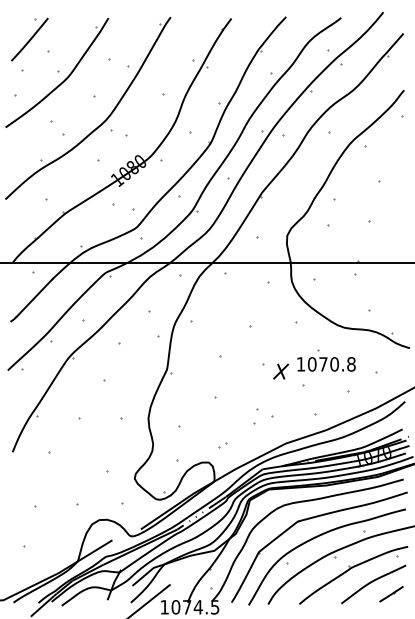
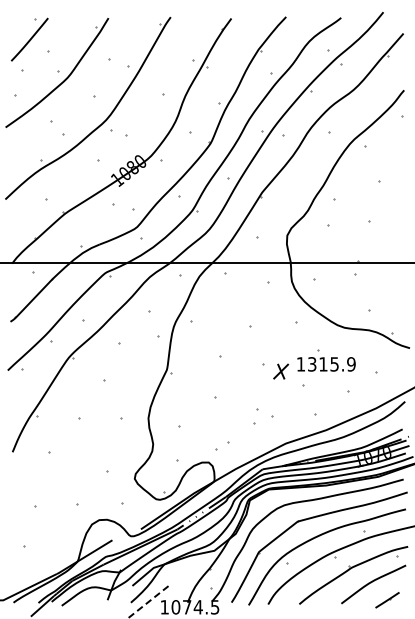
text at (331, 364): 1070.8 -> 1315.9
part at (222, 445) size: 10x7 px -> 15x10 px
line at (391, 594) position: (391, 594) -> (387, 600)
line at (149, 601): solid -> dashed
